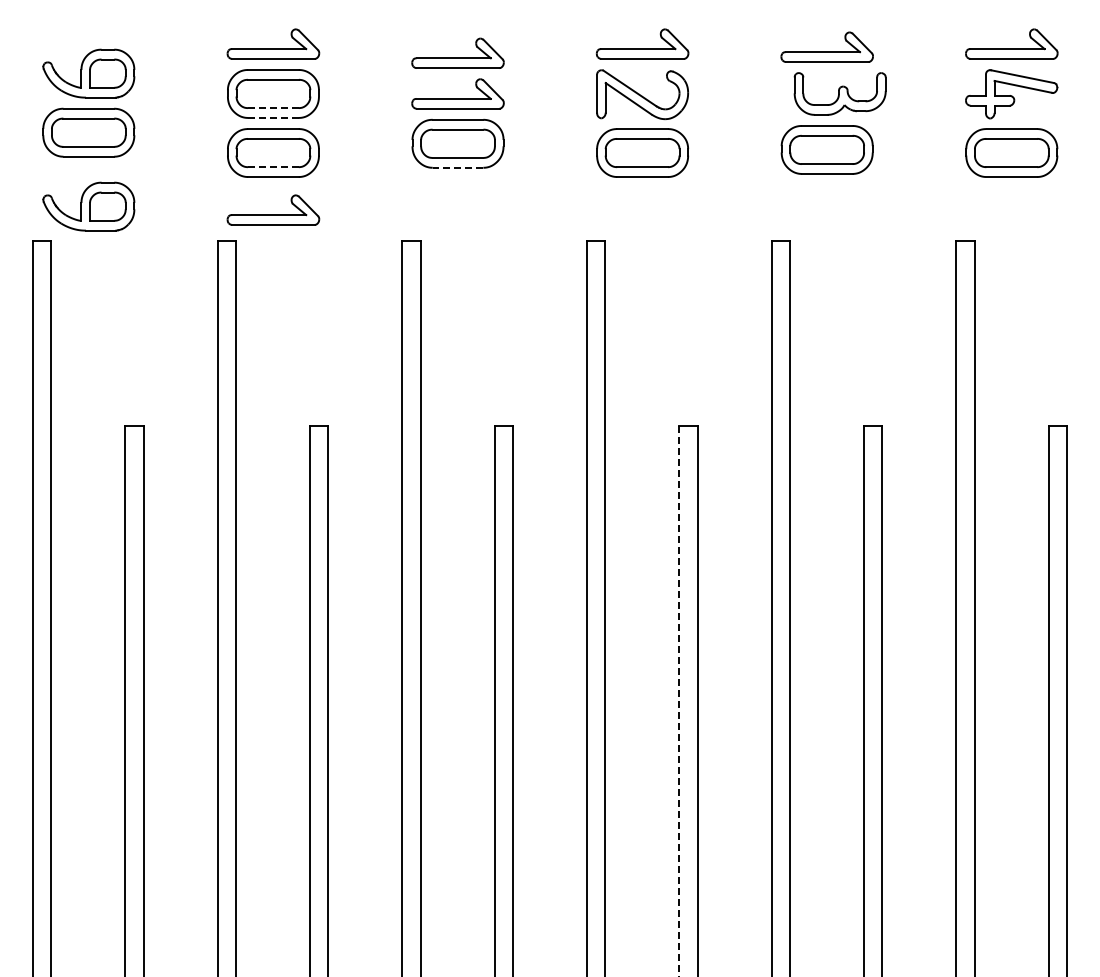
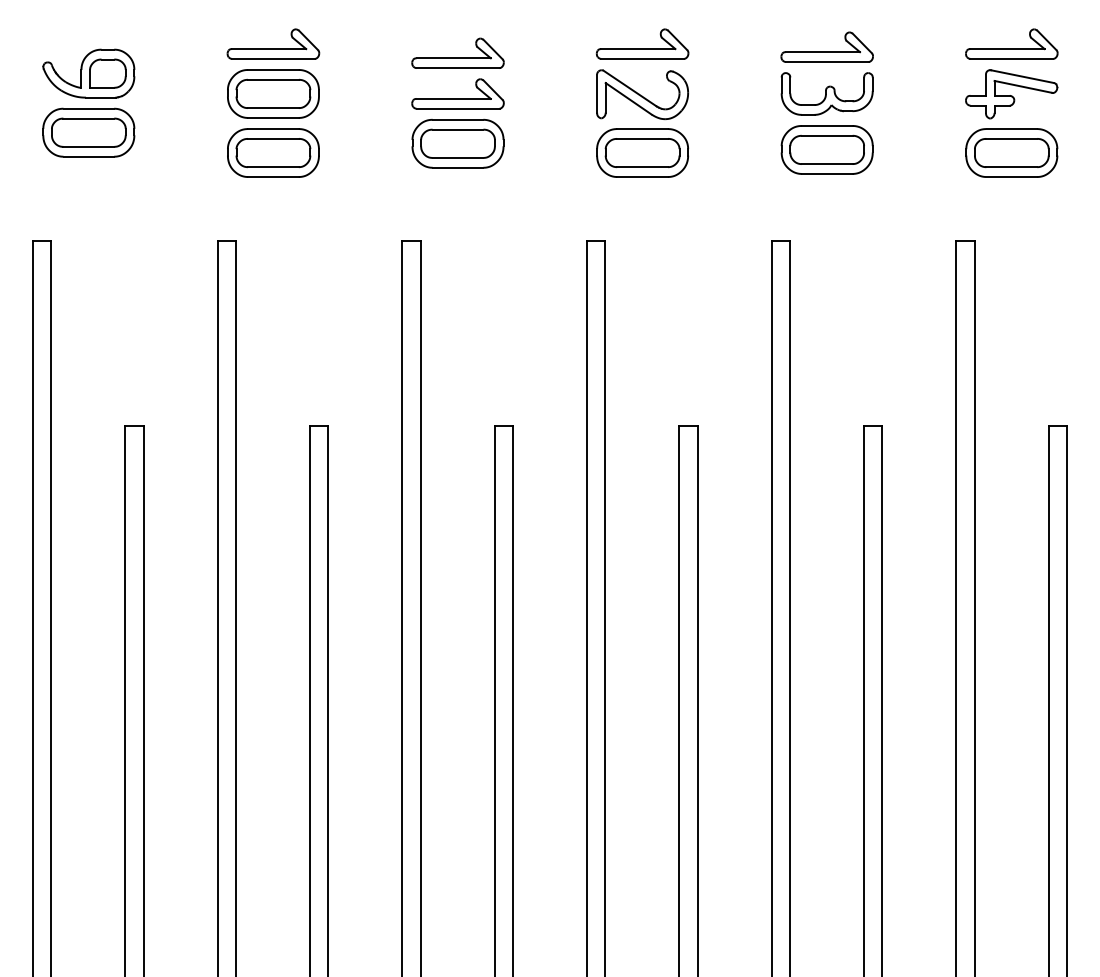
part at (839, 93) position: (839, 93) -> (826, 93)
line at (273, 108): dashed -> solid
line at (272, 117): dashed -> solid
line at (273, 167): dashed -> solid
line at (457, 167): dashed -> solid
part at (88, 206): present -> none
part at (273, 209): present -> none
line at (679, 701): dashed -> solid
